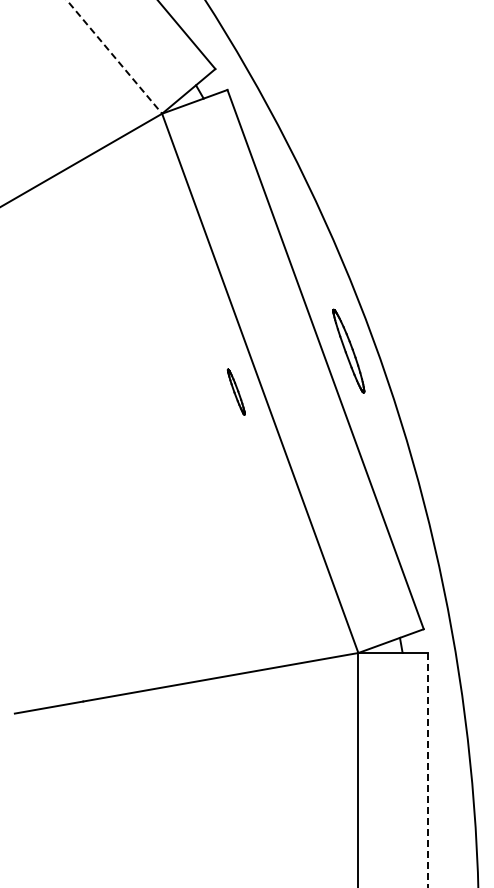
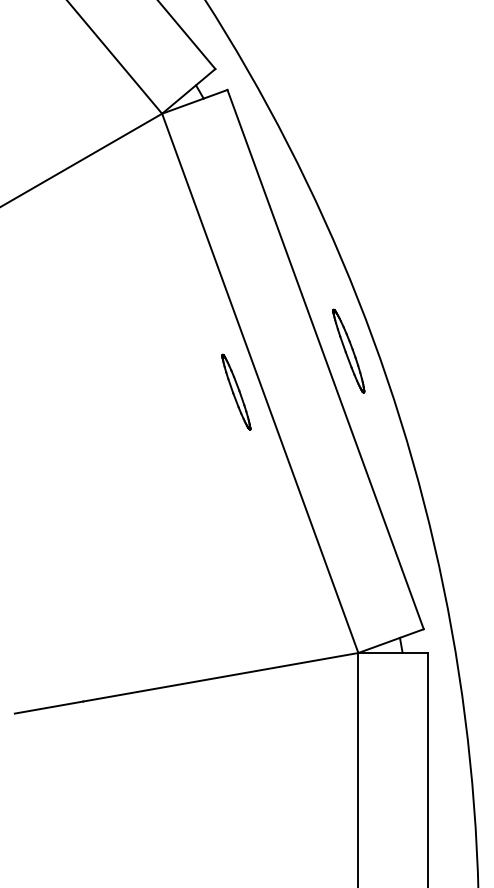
line at (114, 57): dashed -> solid
part at (235, 391) size: 20x48 px -> 31x78 px
line at (427, 770): dashed -> solid
